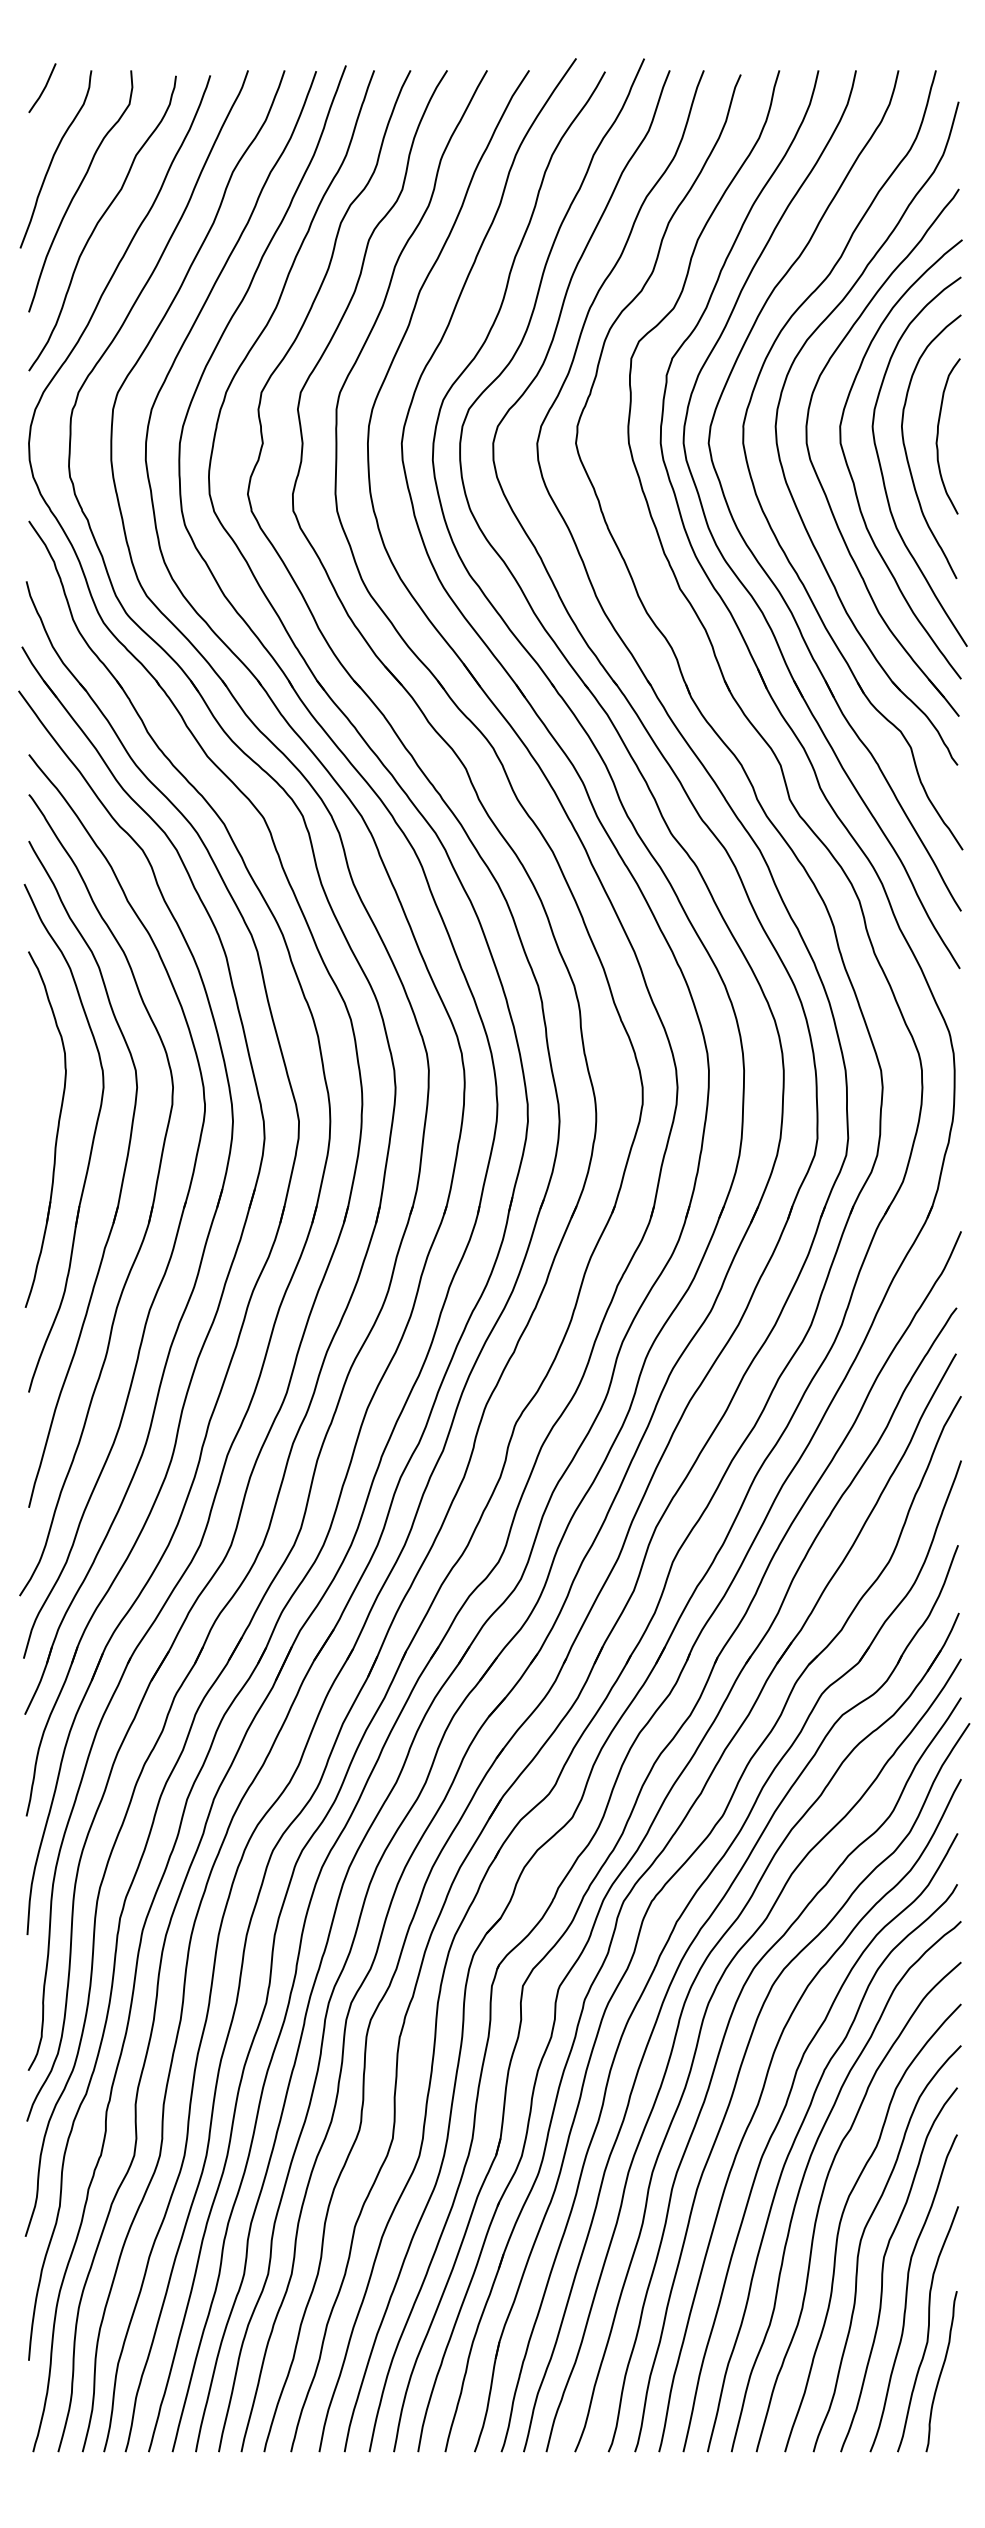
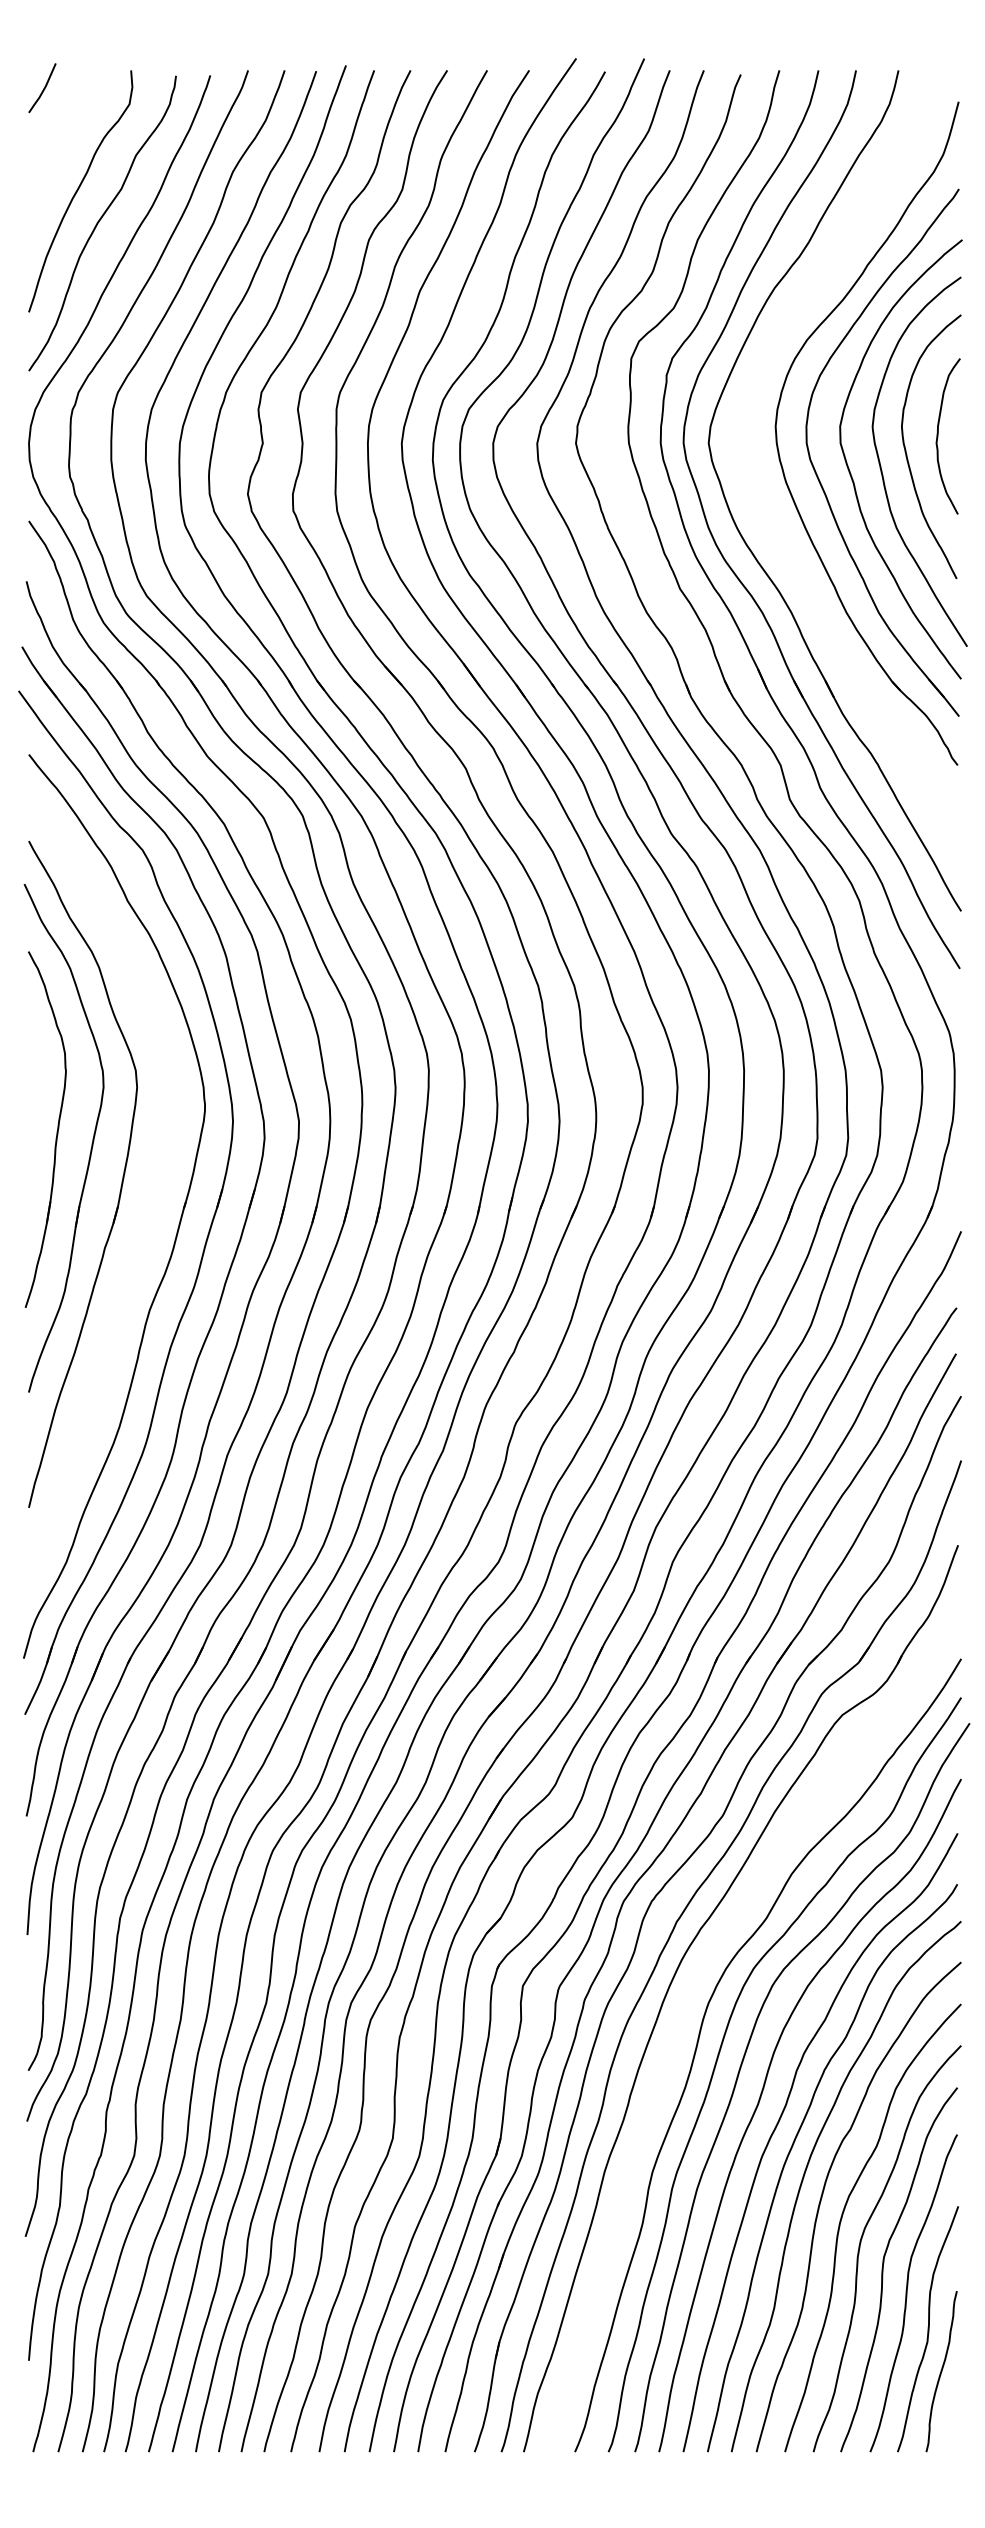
curve at (53, 159): present -> none
part at (759, 499): present -> none
part at (150, 1210): present -> none
part at (683, 2010): present -> none
